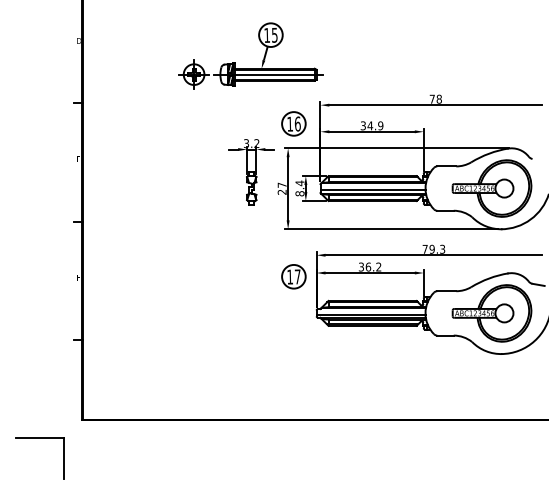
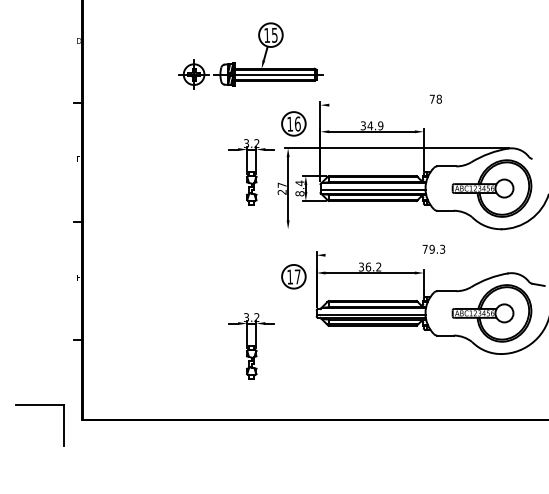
line at (435, 105): present -> none
line at (391, 229): present -> none
line at (433, 255): present -> none
part at (251, 346): none -> present
part at (39, 438) position: (39, 438) -> (39, 405)
